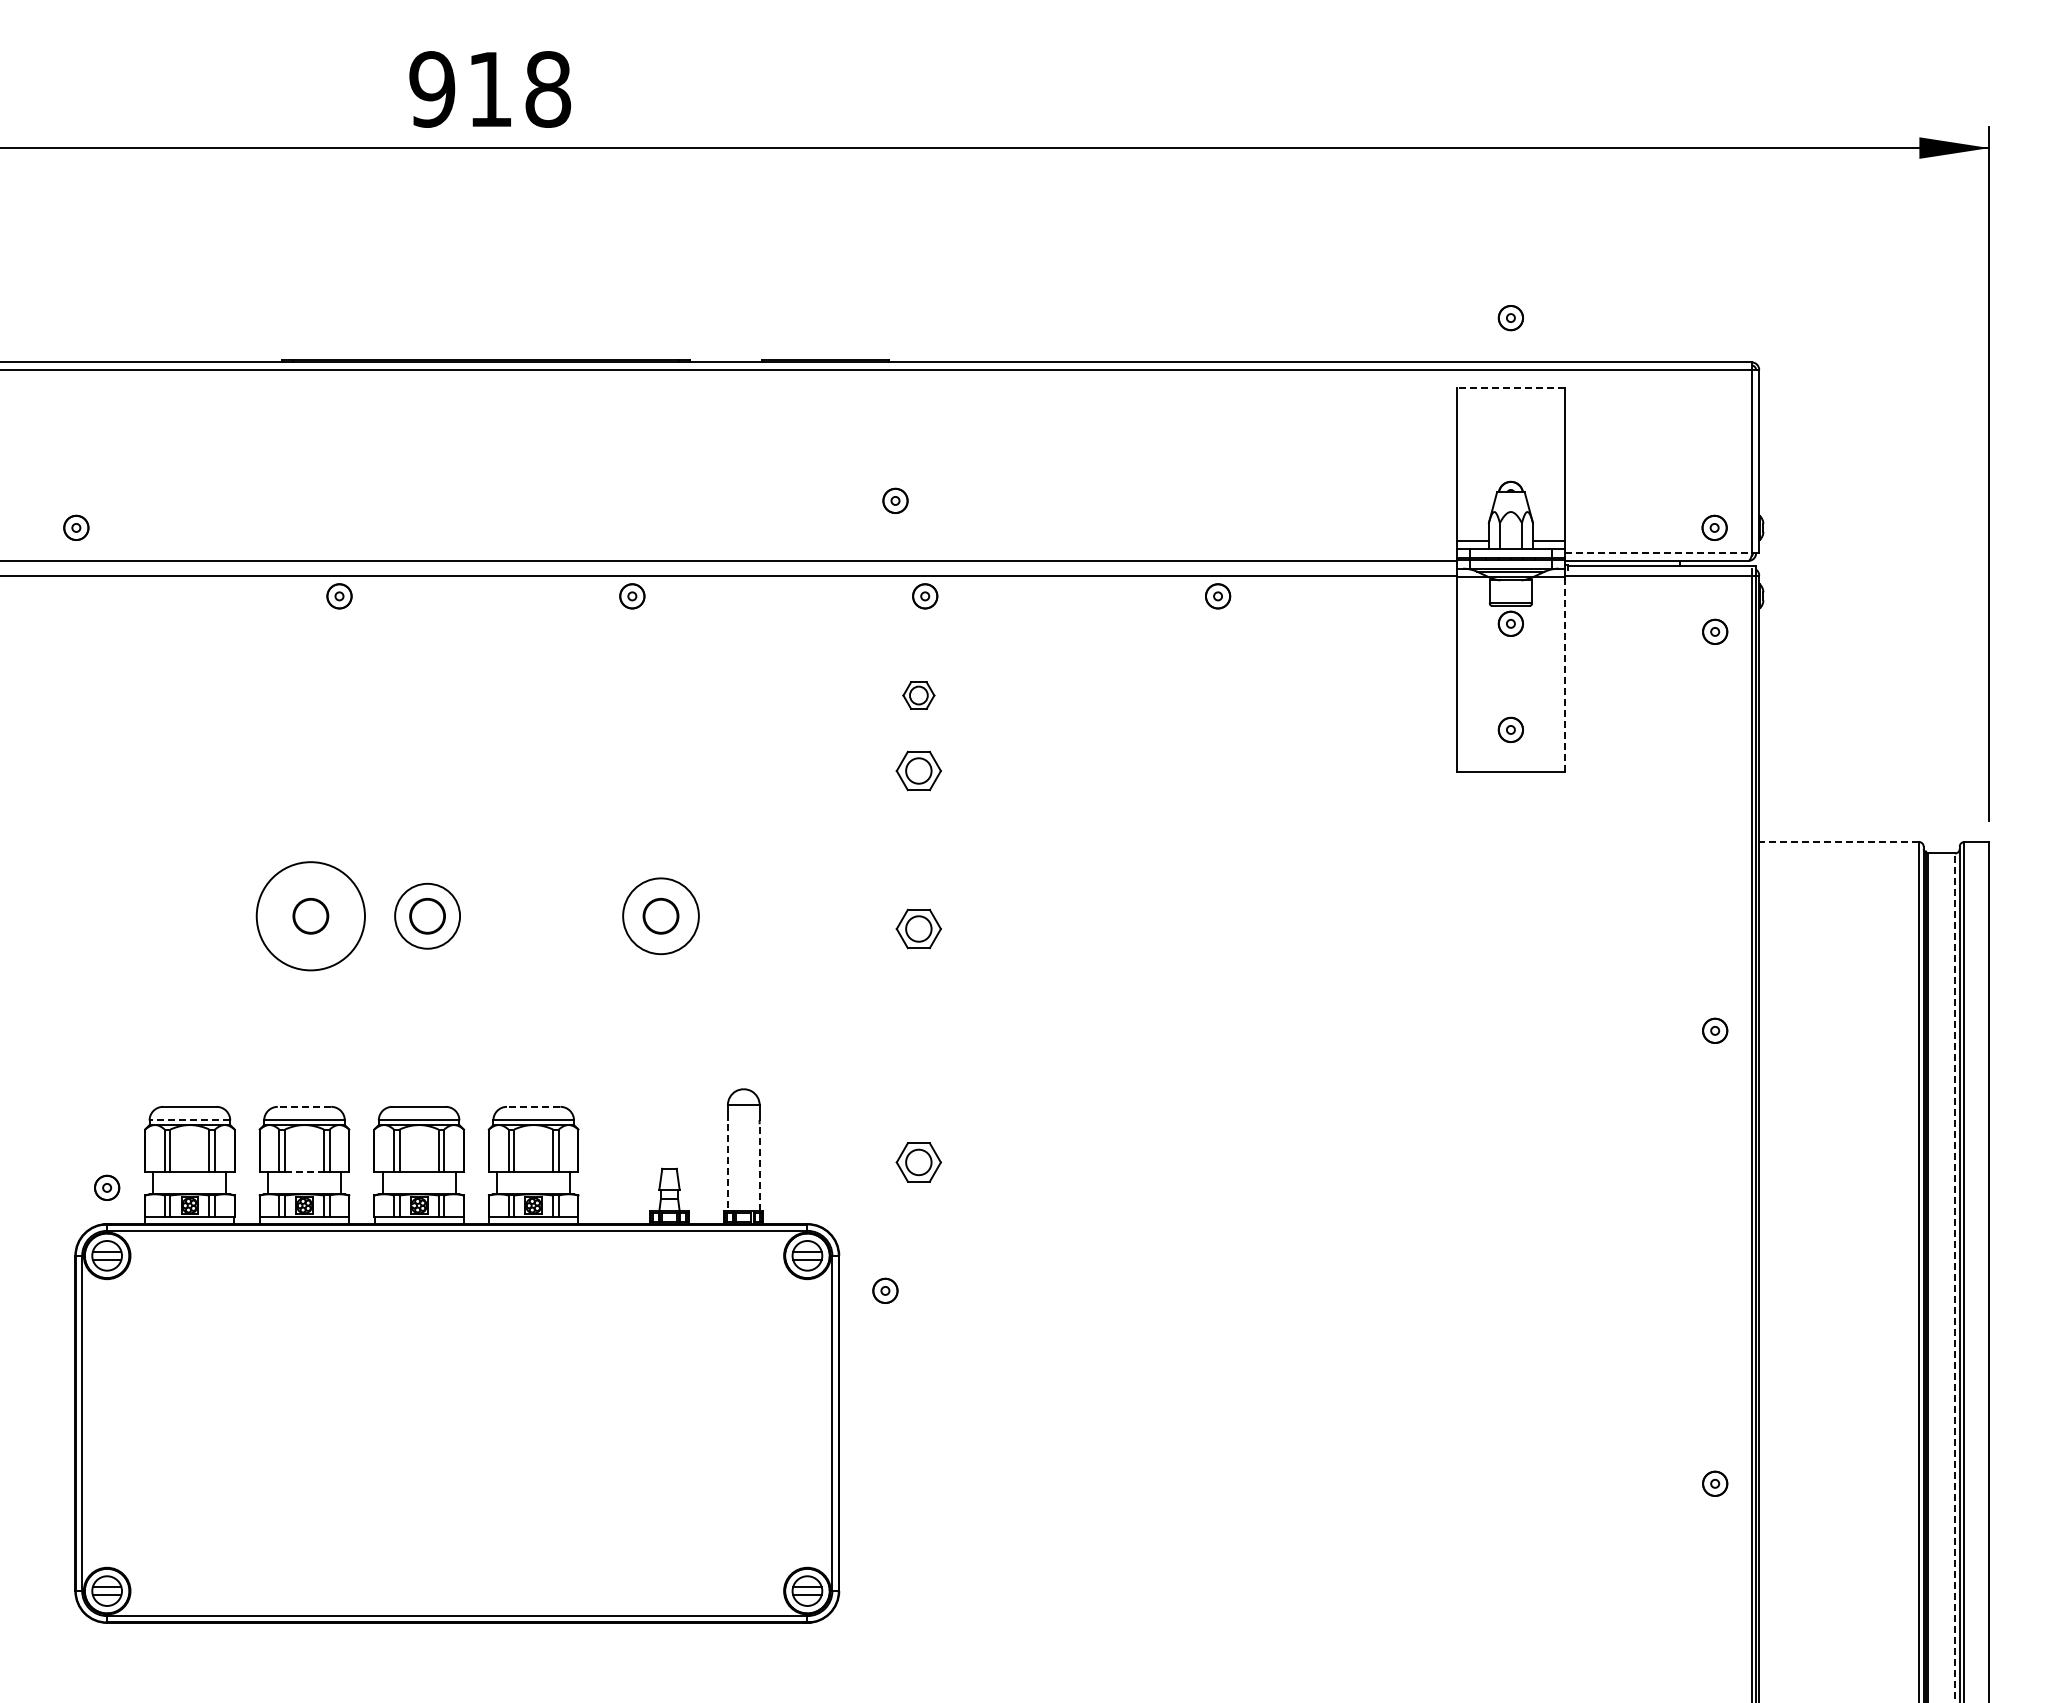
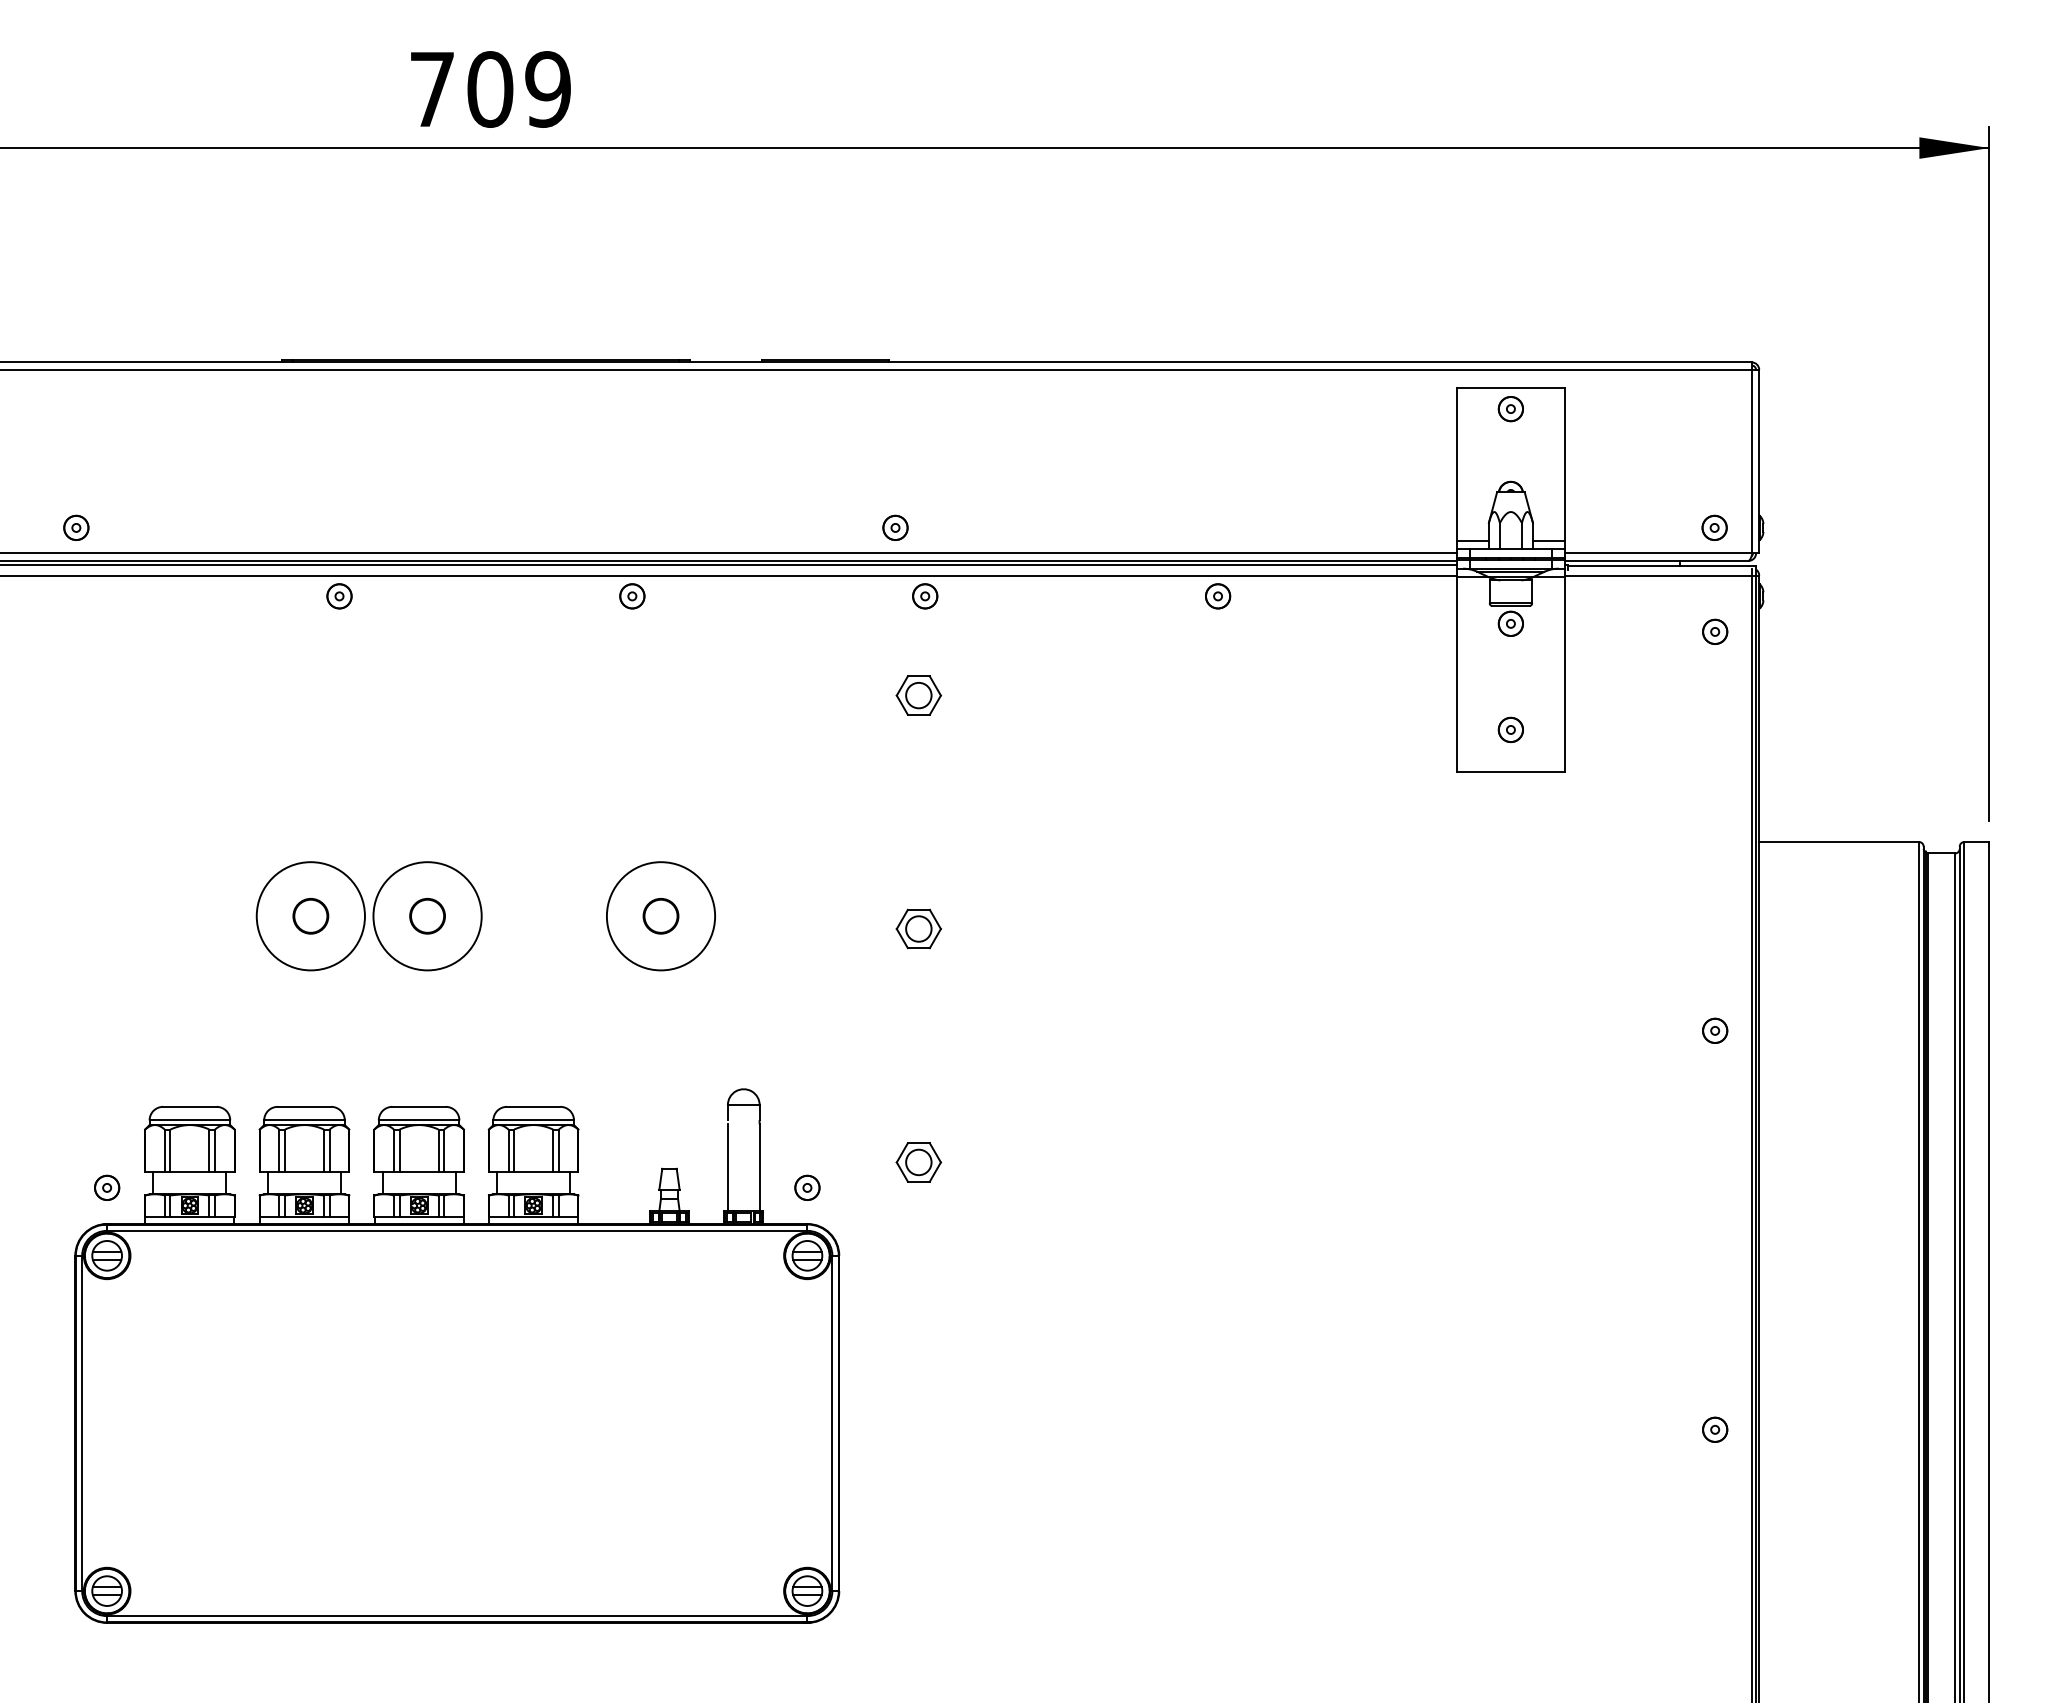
text at (490, 89): 918 -> 709
part at (1510, 318) position: (1510, 318) -> (1510, 409)
line at (1510, 387): dashed -> solid
part at (895, 500) position: (895, 500) -> (895, 527)
line at (729, 553): none -> present
line at (1658, 553): dashed -> solid
line at (729, 565): none -> present
line at (1564, 674): dashed -> solid
part at (918, 695) size: 34x29 px -> 48x41 px
part at (918, 770): present -> none
line at (1839, 842): dashed -> solid
circle at (427, 915) diameter: 65 px -> 108 px
circle at (660, 916) diameter: 76 px -> 108 px
line at (304, 1106): dashed -> solid
line at (533, 1106): dashed -> solid
line at (189, 1120): dashed -> solid
line at (727, 1167): dashed -> solid
line at (759, 1167): dashed -> solid
line at (305, 1171): dashed -> solid
line at (1955, 1277): dashed -> solid
part at (885, 1290) position: (885, 1290) -> (807, 1187)
part at (1715, 1483) position: (1715, 1483) -> (1715, 1429)
